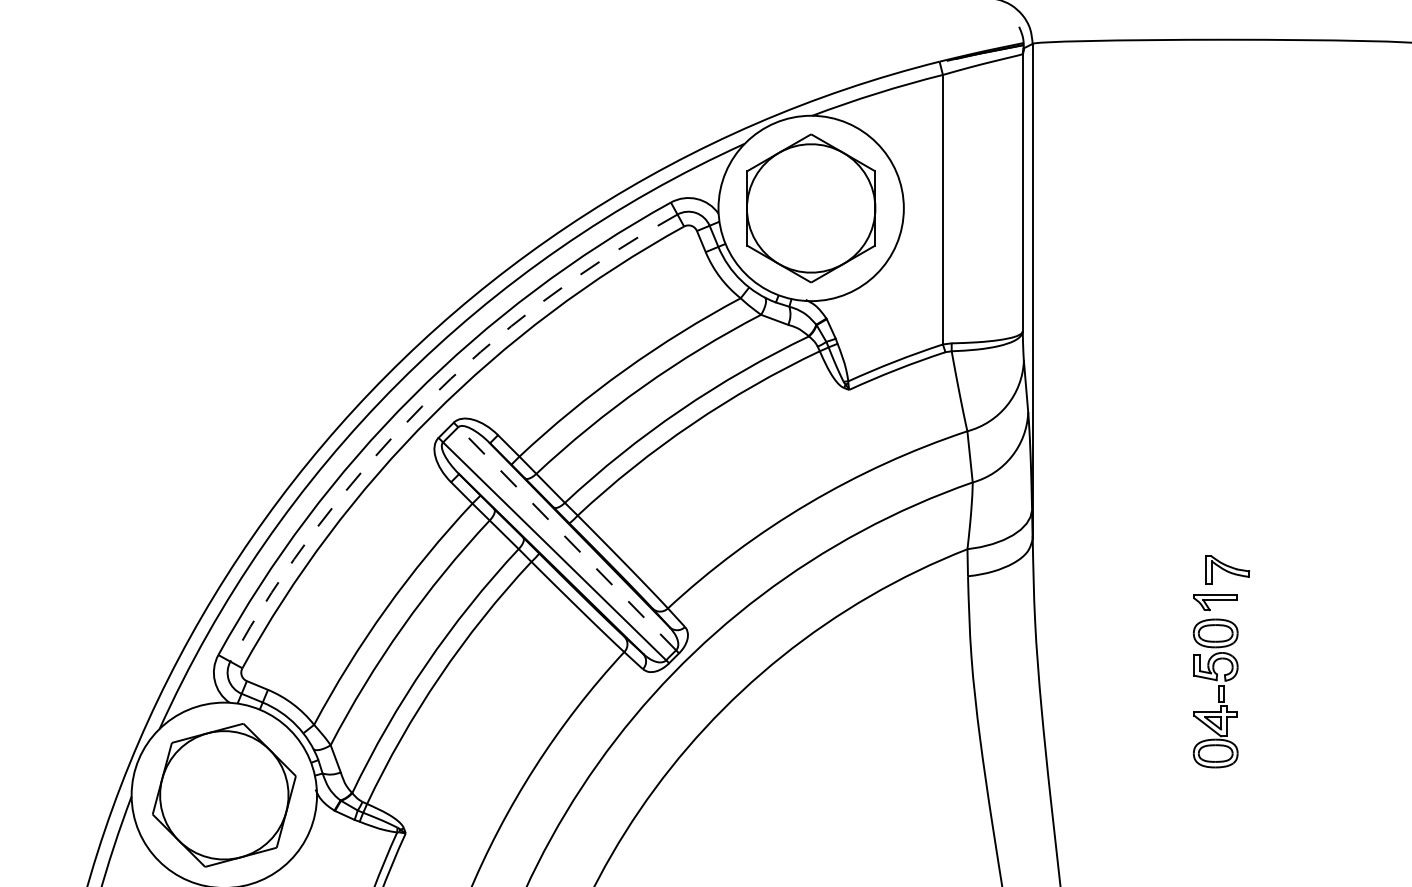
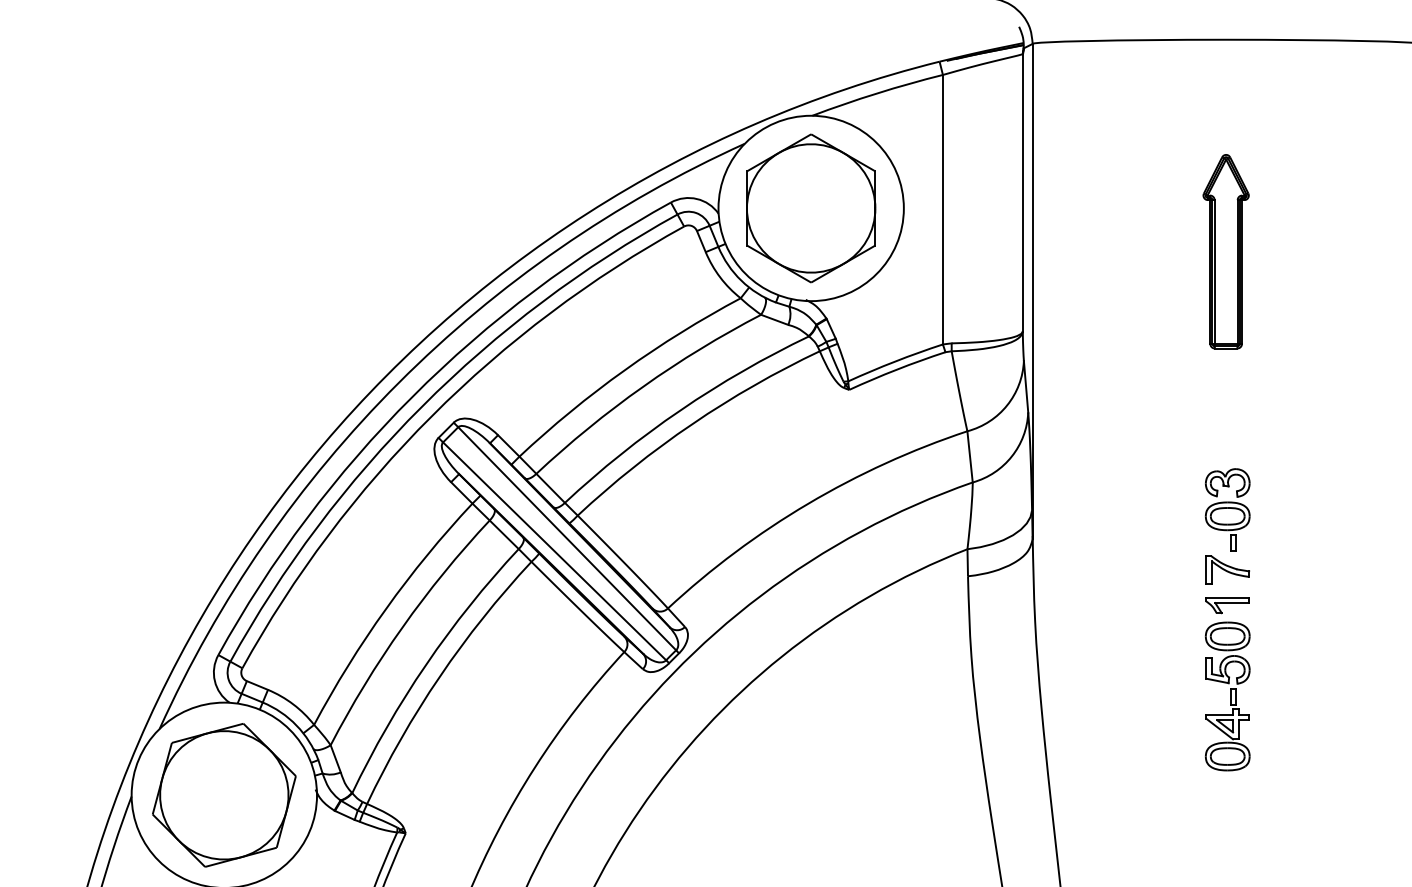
part at (1225, 251): none -> present
arc at (422, 406): dashed -> solid
part at (1227, 509): none -> present
line at (567, 538): dashed -> solid
part at (1215, 681) position: (1215, 681) -> (1227, 684)
